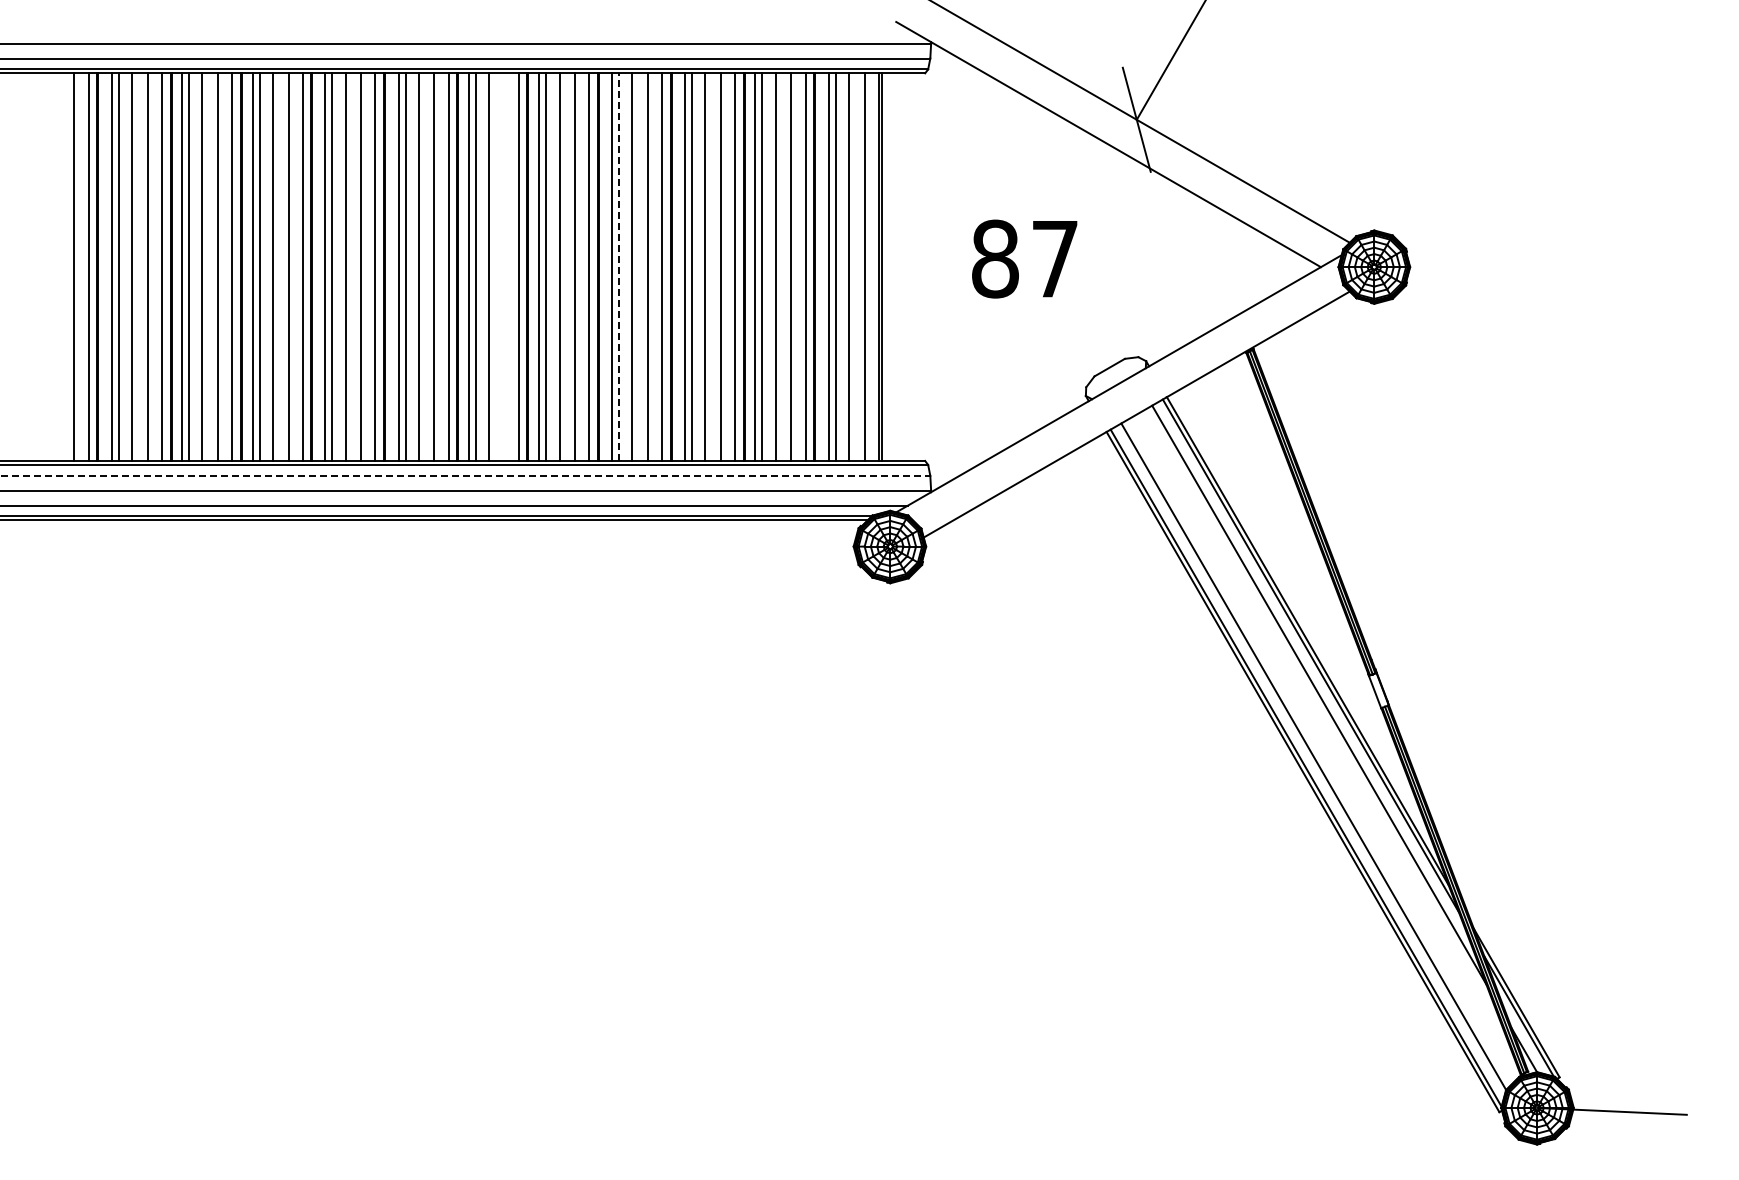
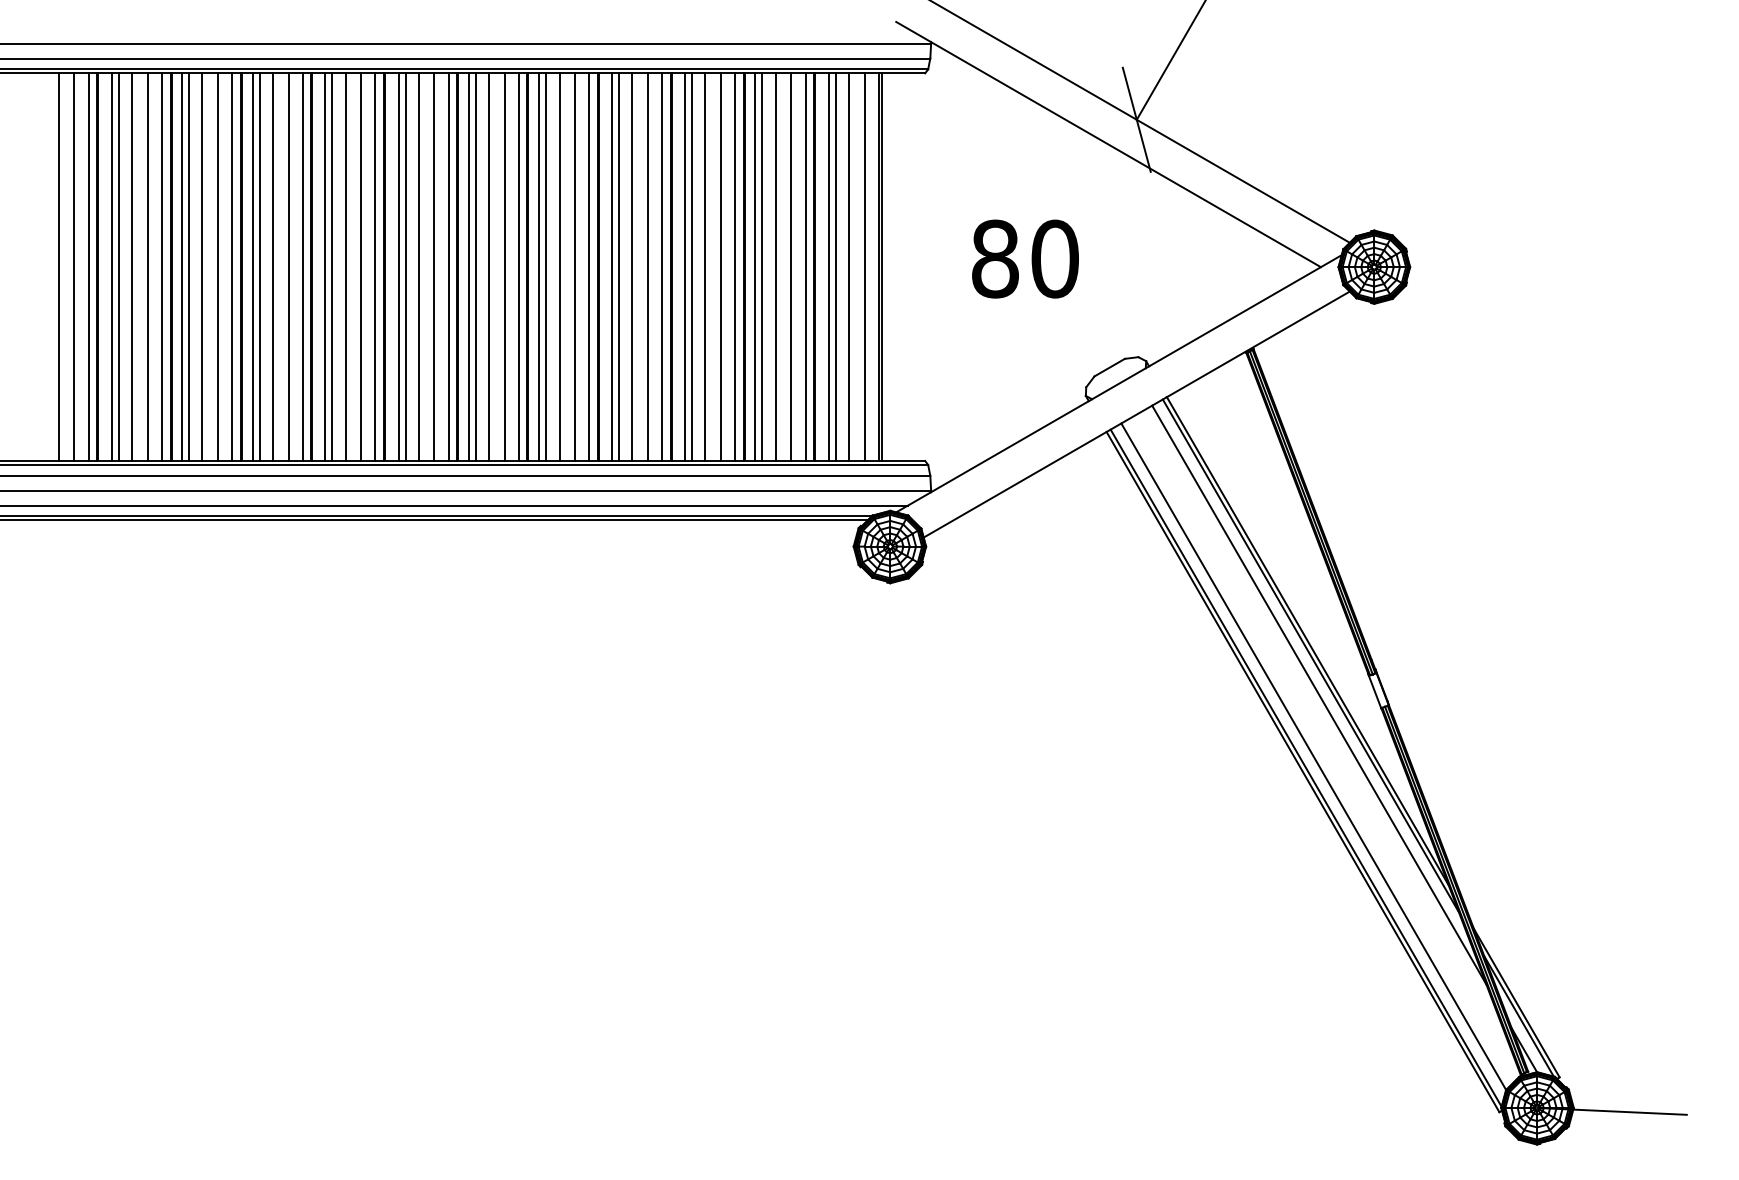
text at (1054, 258): 87 -> 80
line at (58, 266): none -> present
line at (504, 266): none -> present
line at (619, 267): dashed -> solid
line at (465, 475): dashed -> solid
